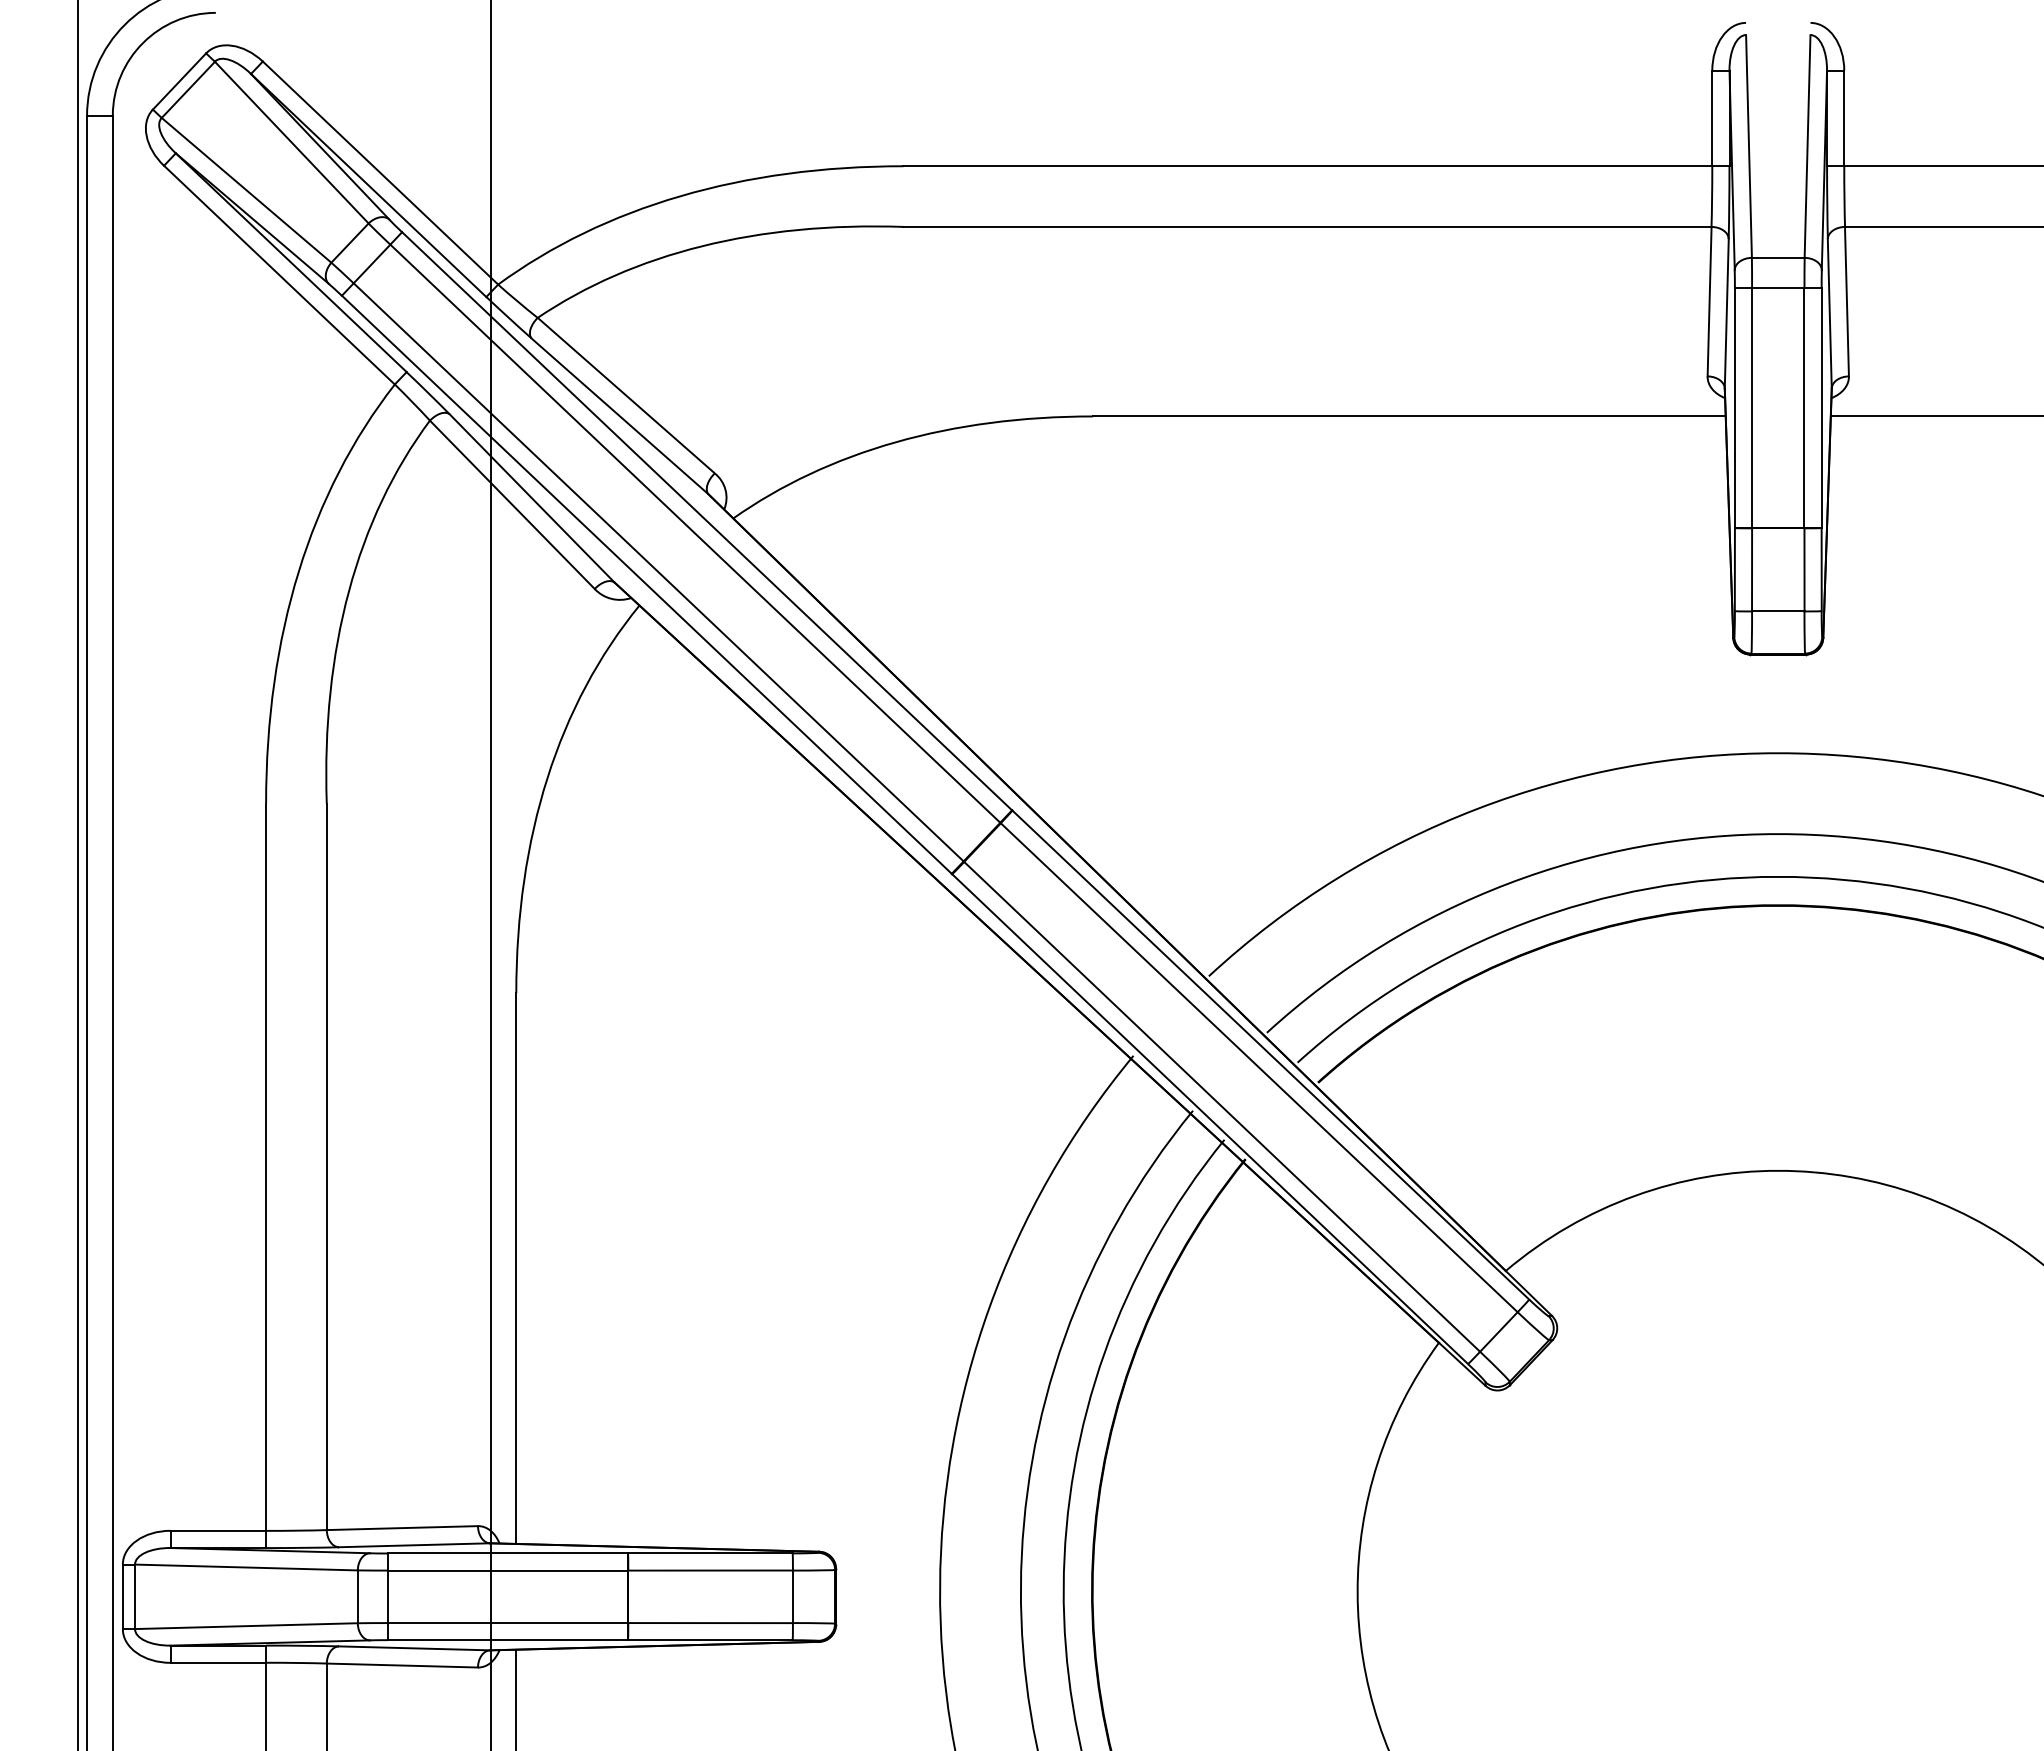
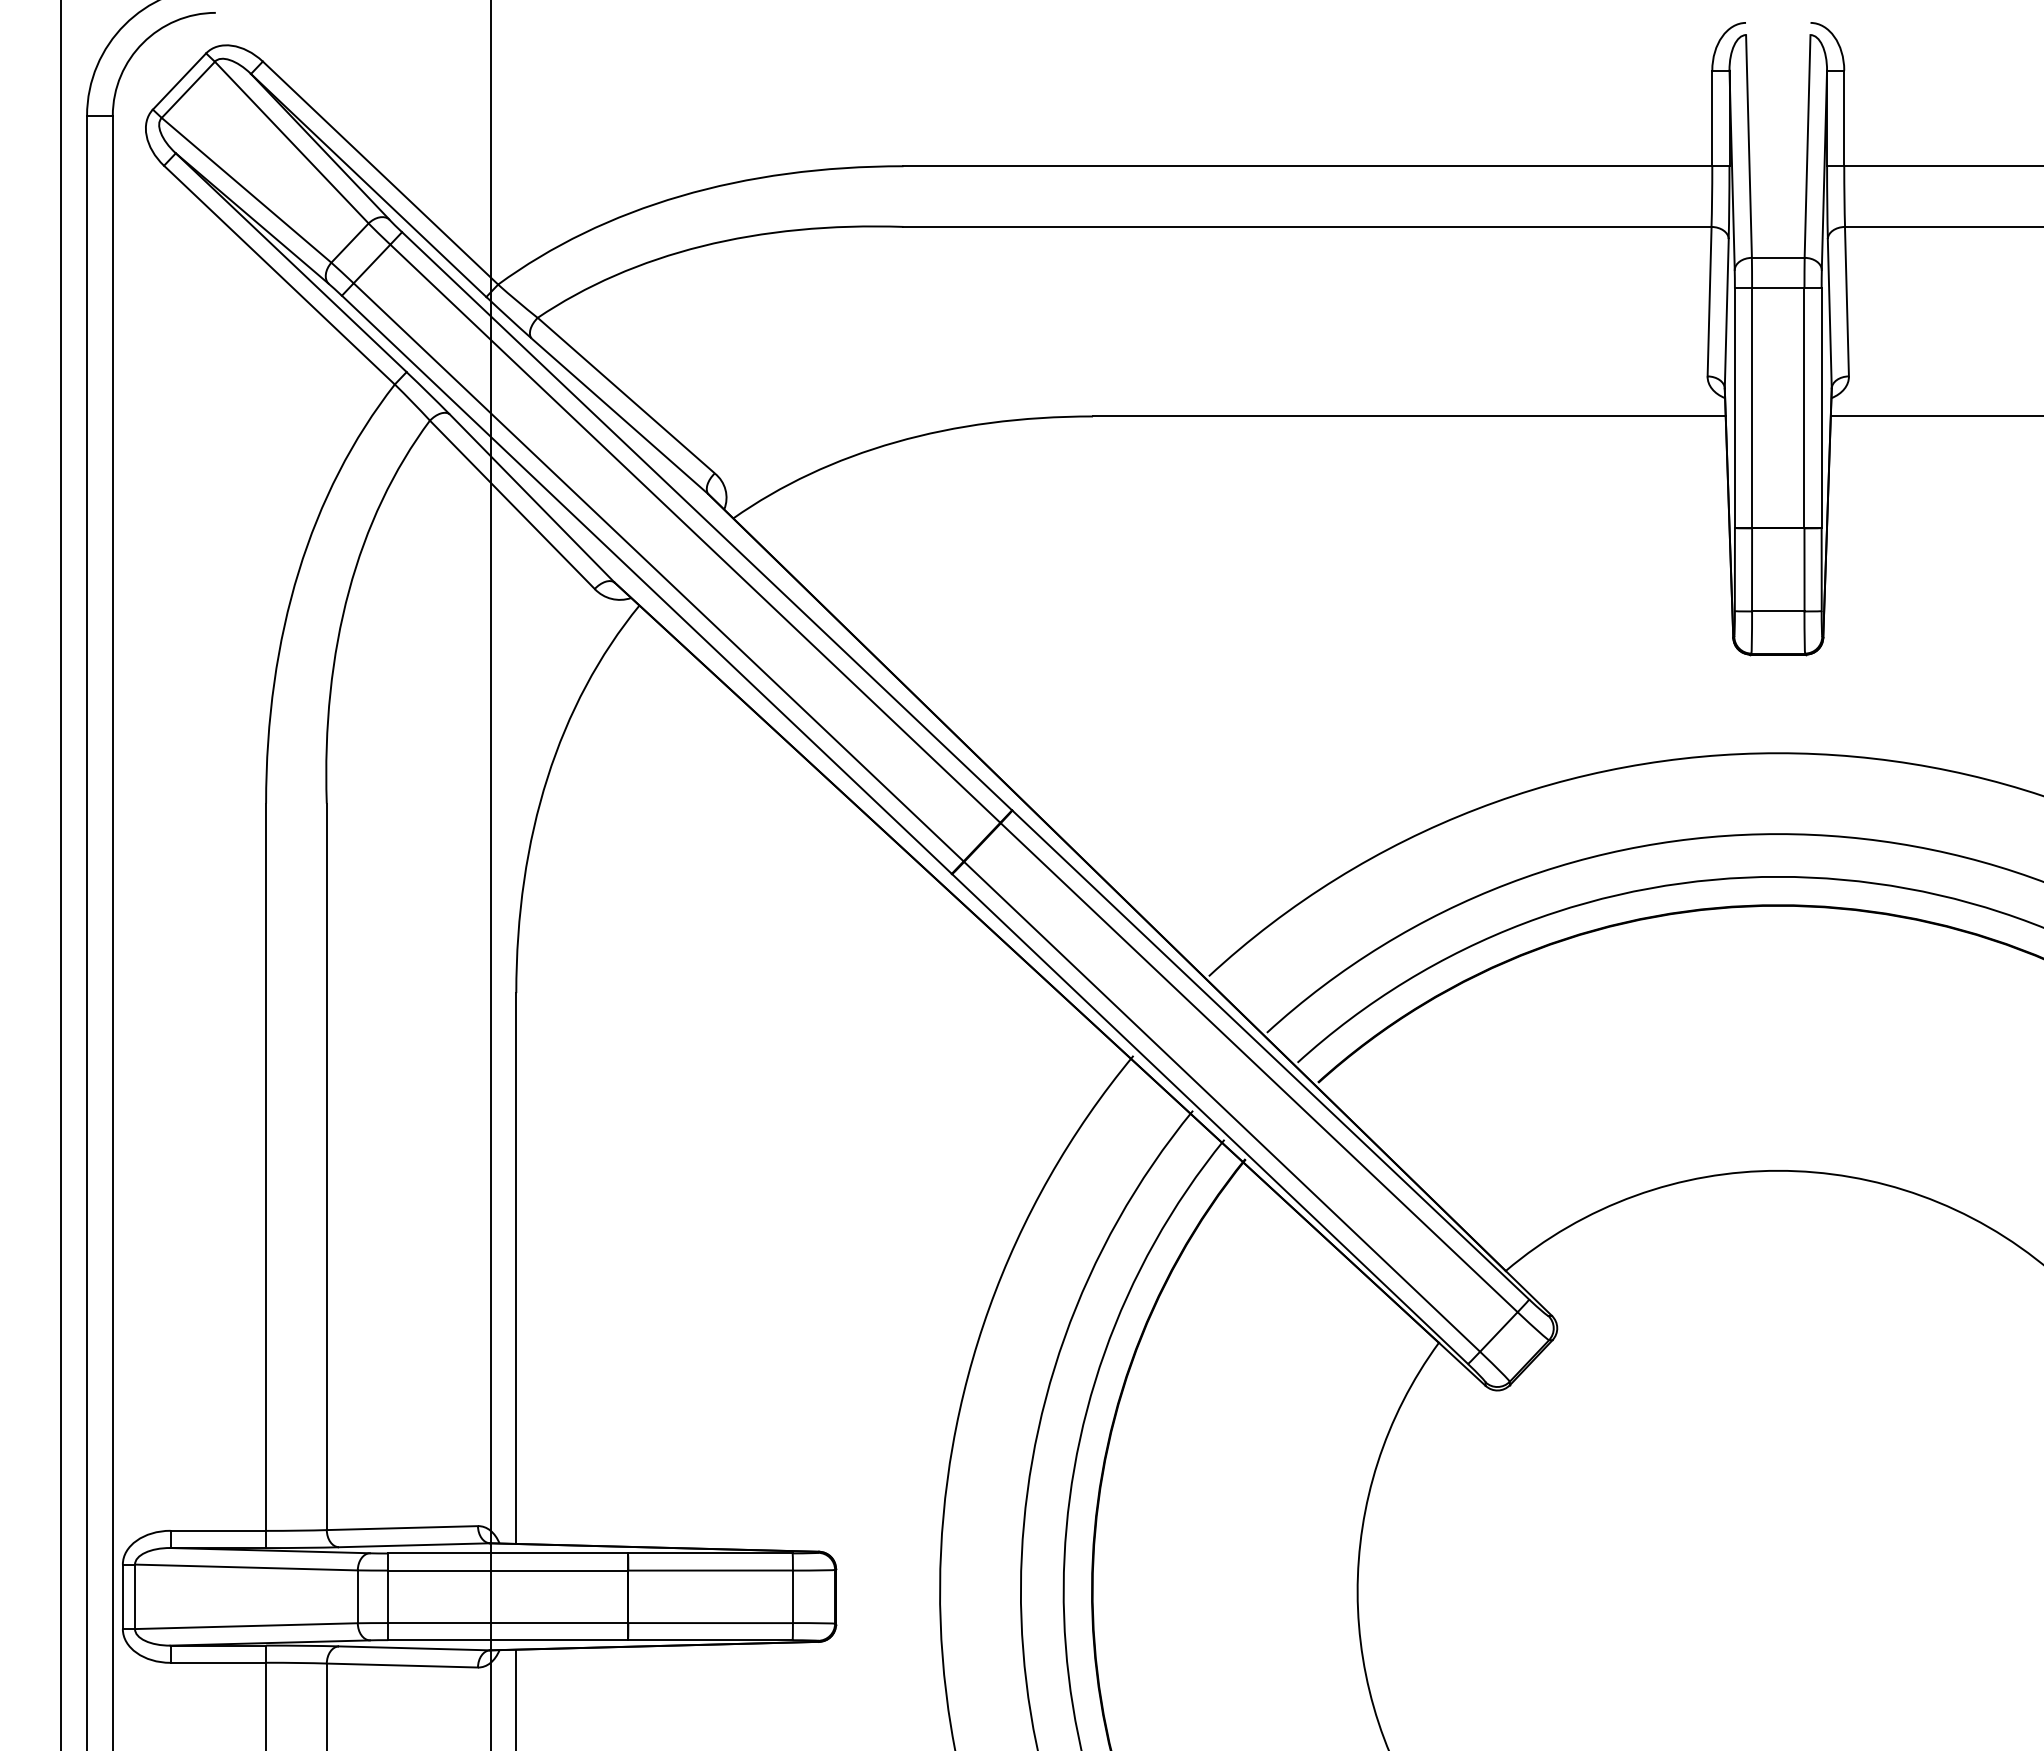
line at (78, 874) position: (78, 874) -> (61, 874)
